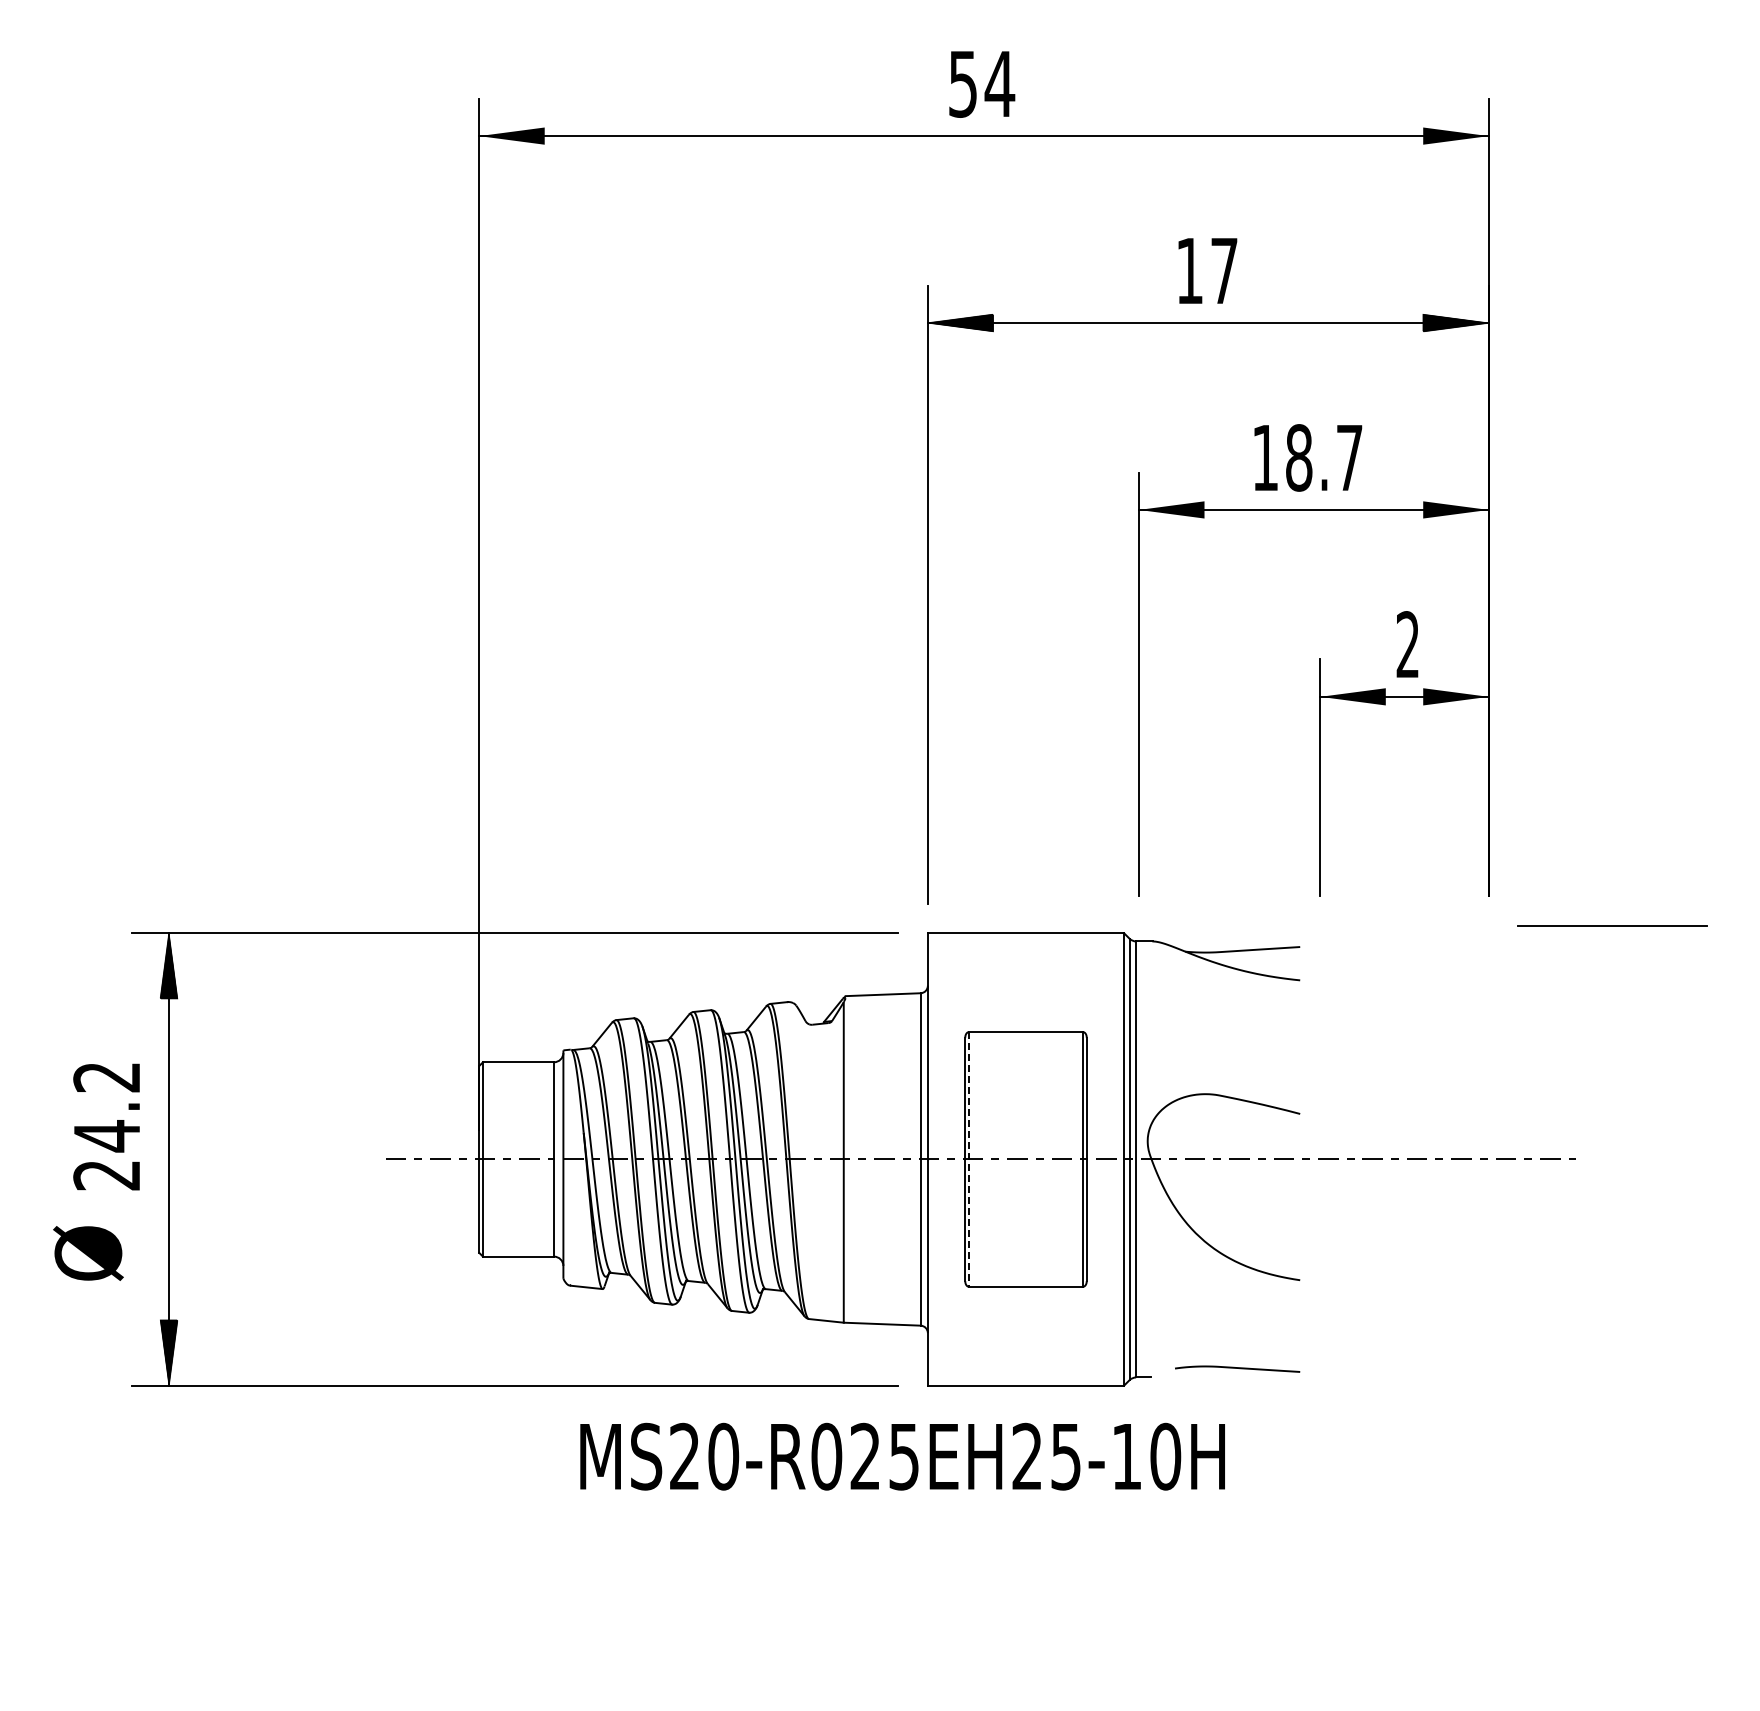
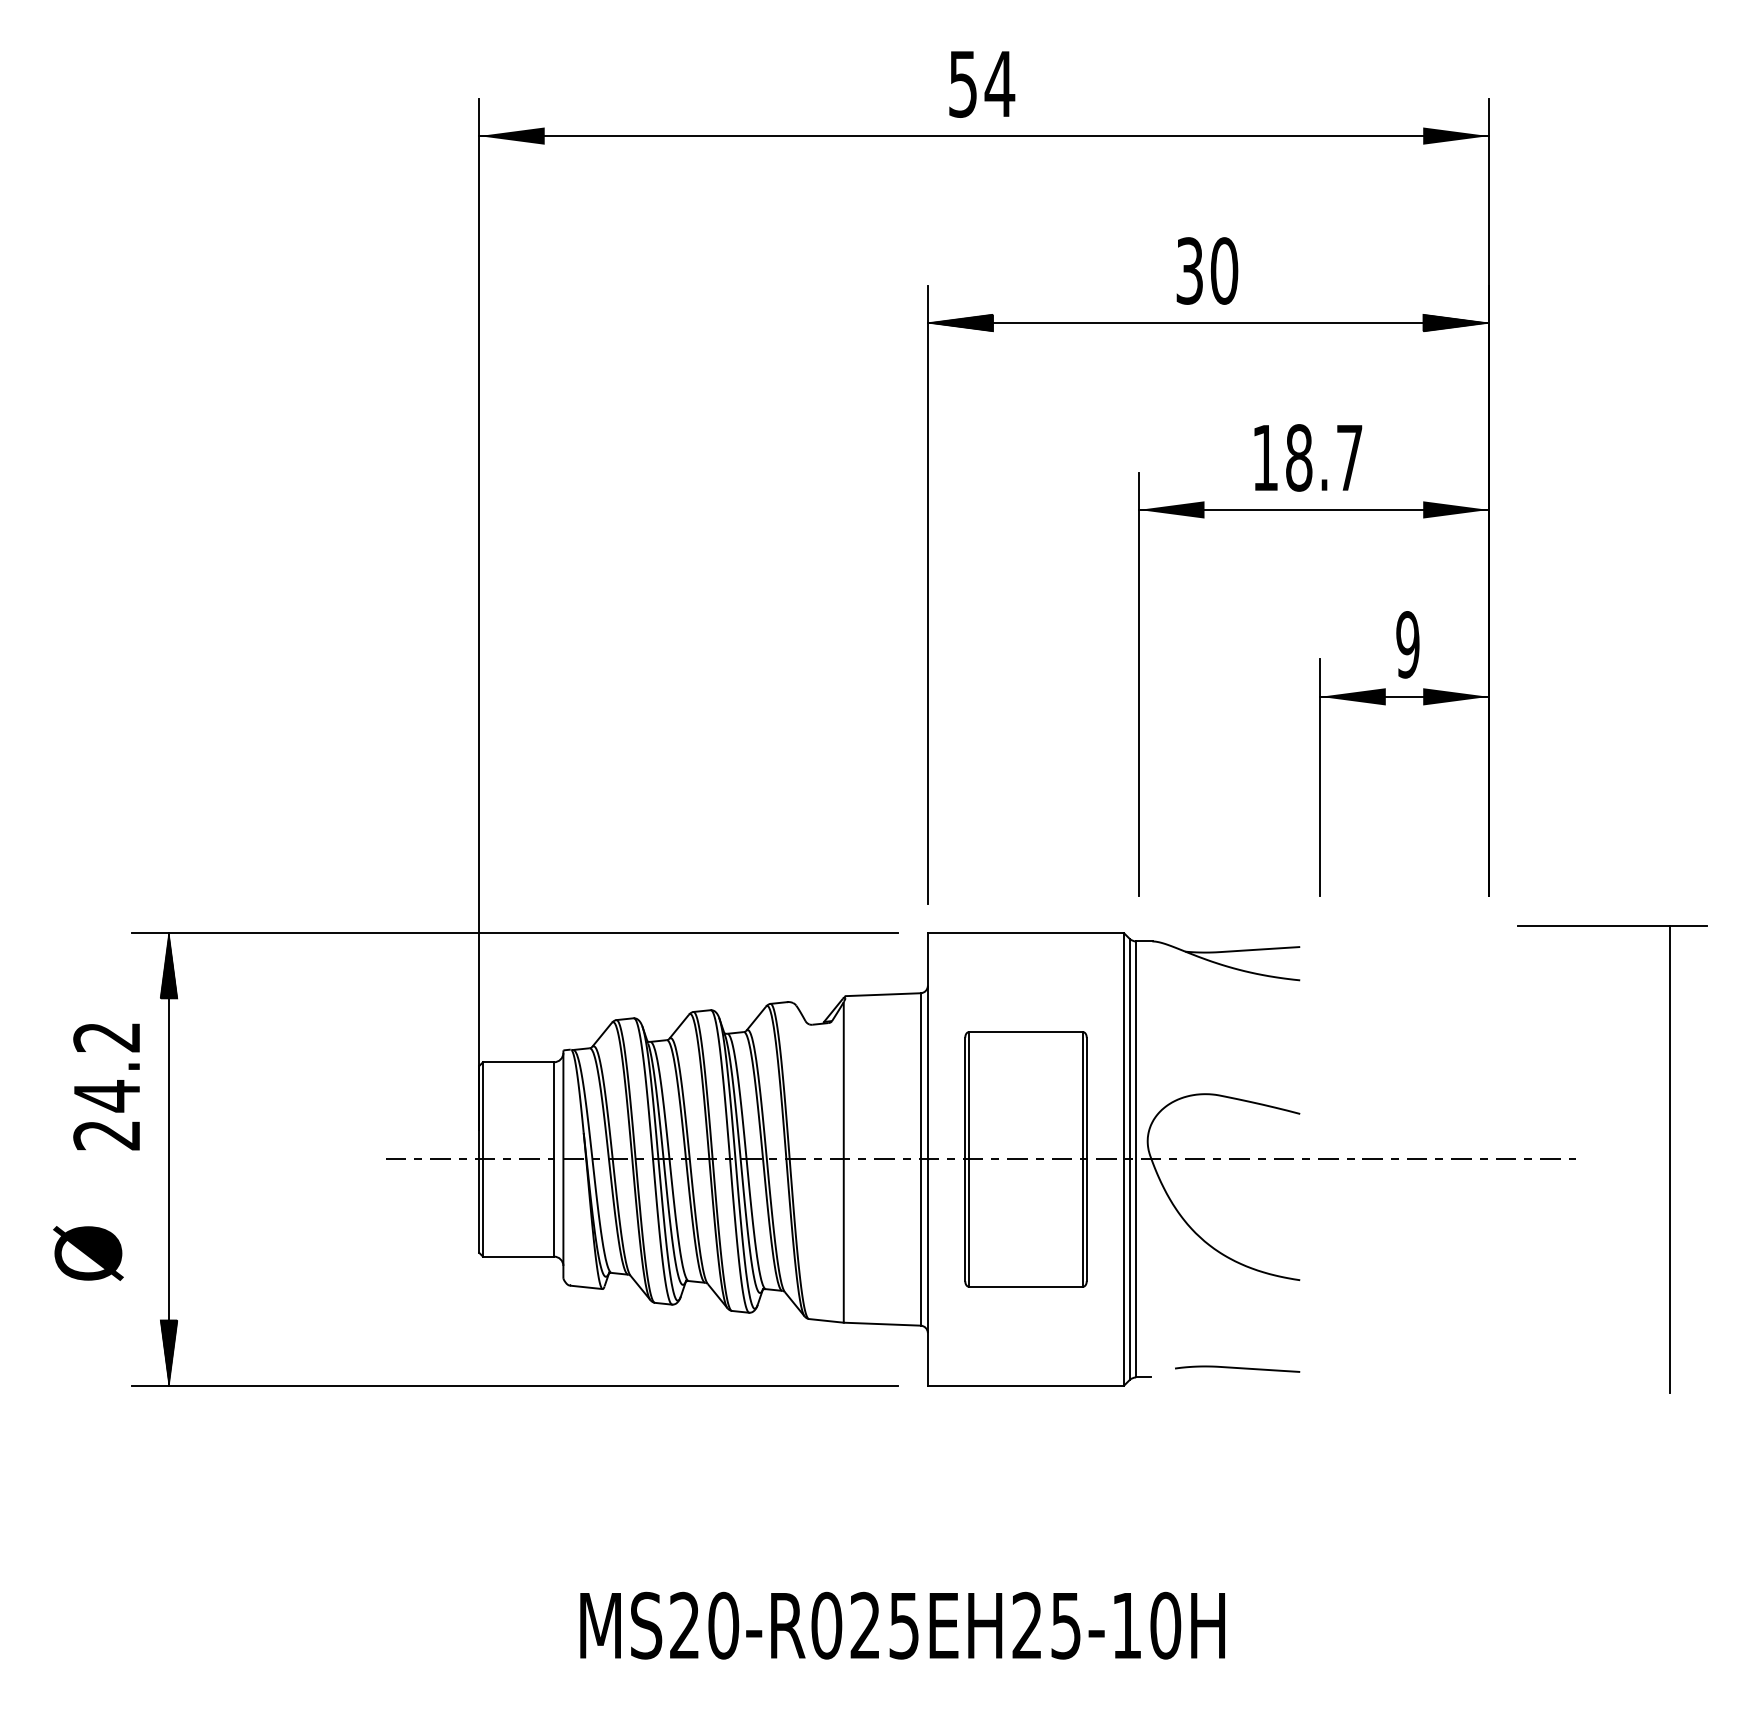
text at (1207, 270): 17 -> 30
text at (1407, 644): 2 -> 9
text at (106, 1126) position: (106, 1126) -> (106, 1086)
line at (969, 1159): dashed -> solid
line at (1669, 1159): none -> present
text at (902, 1456) position: (902, 1456) -> (902, 1625)
